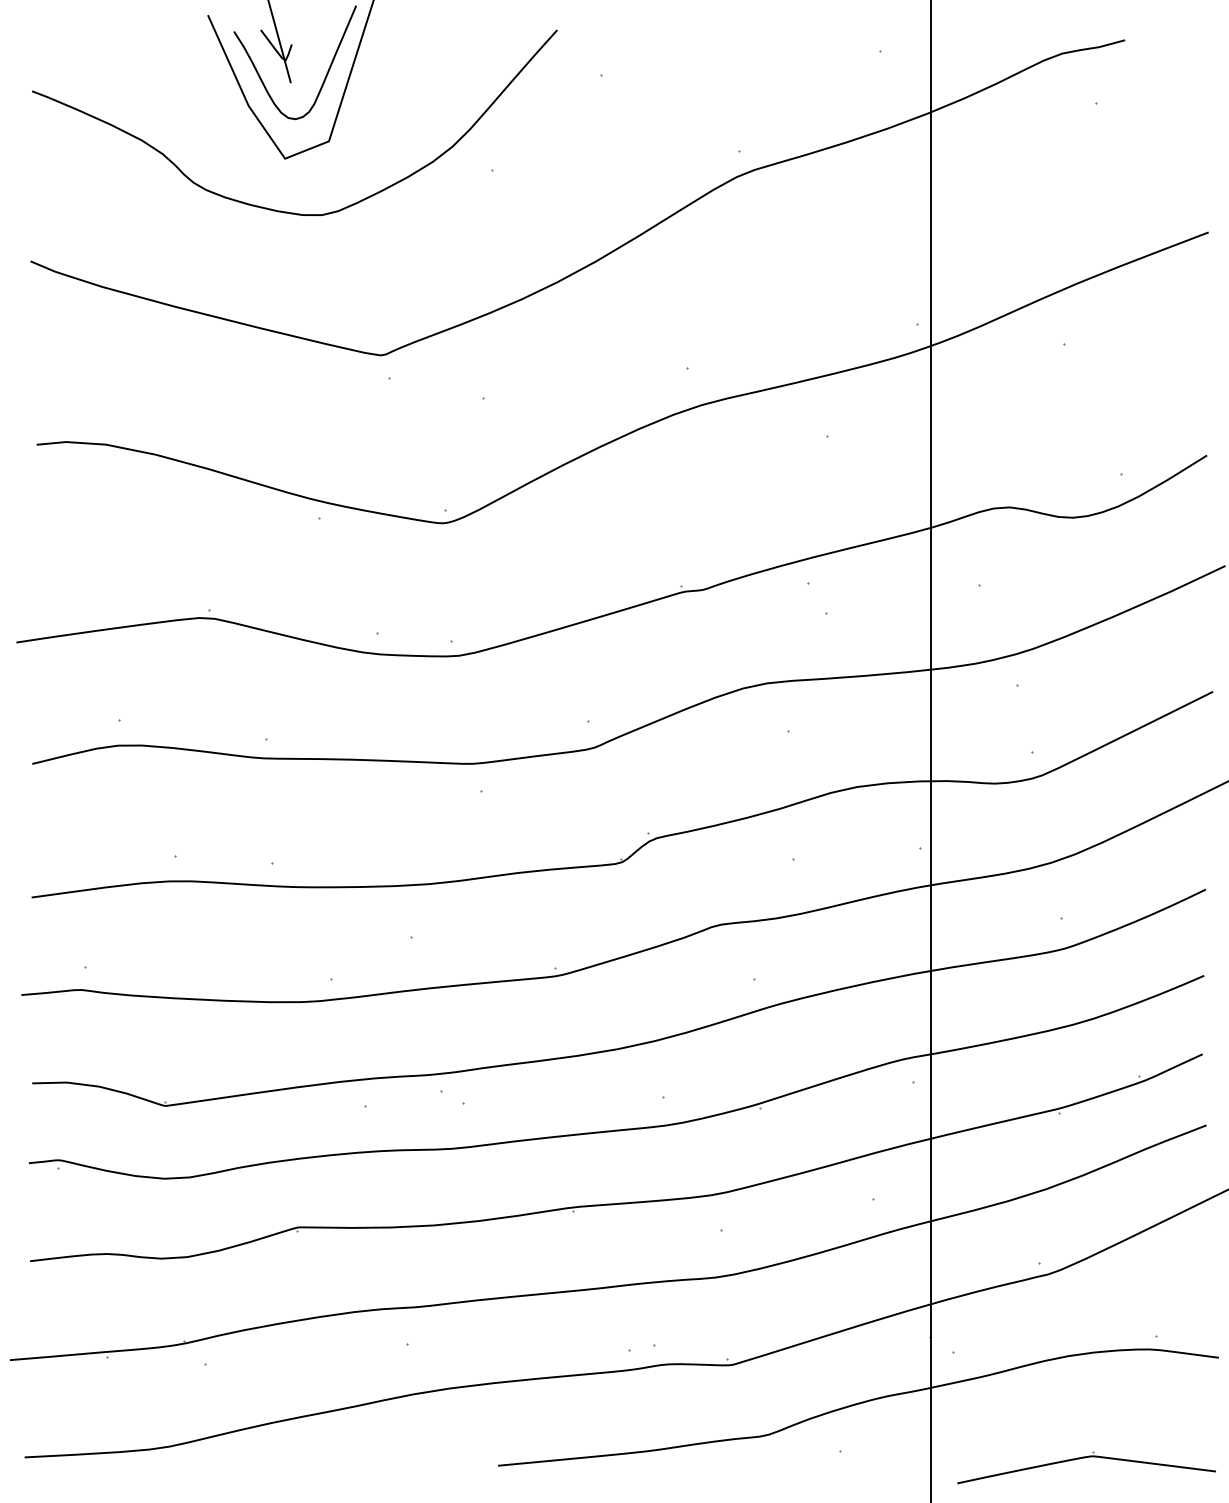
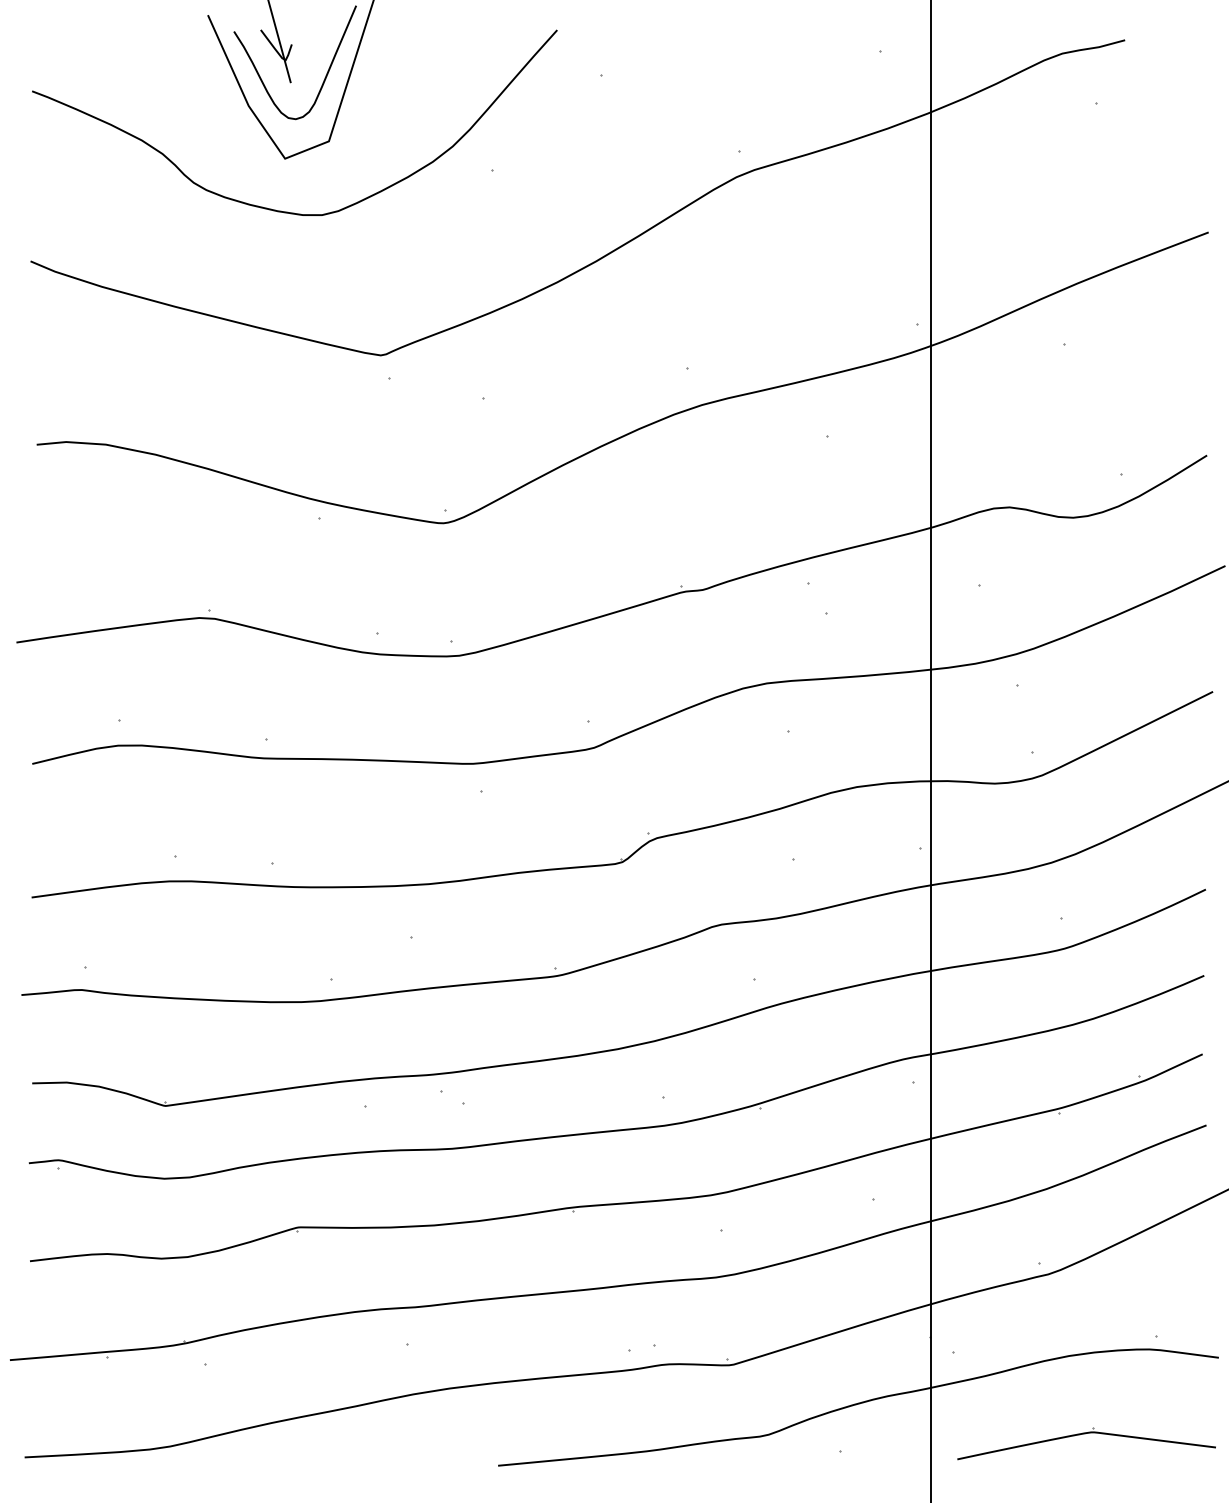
part at (1085, 1458) position: (1085, 1458) -> (1085, 1434)
